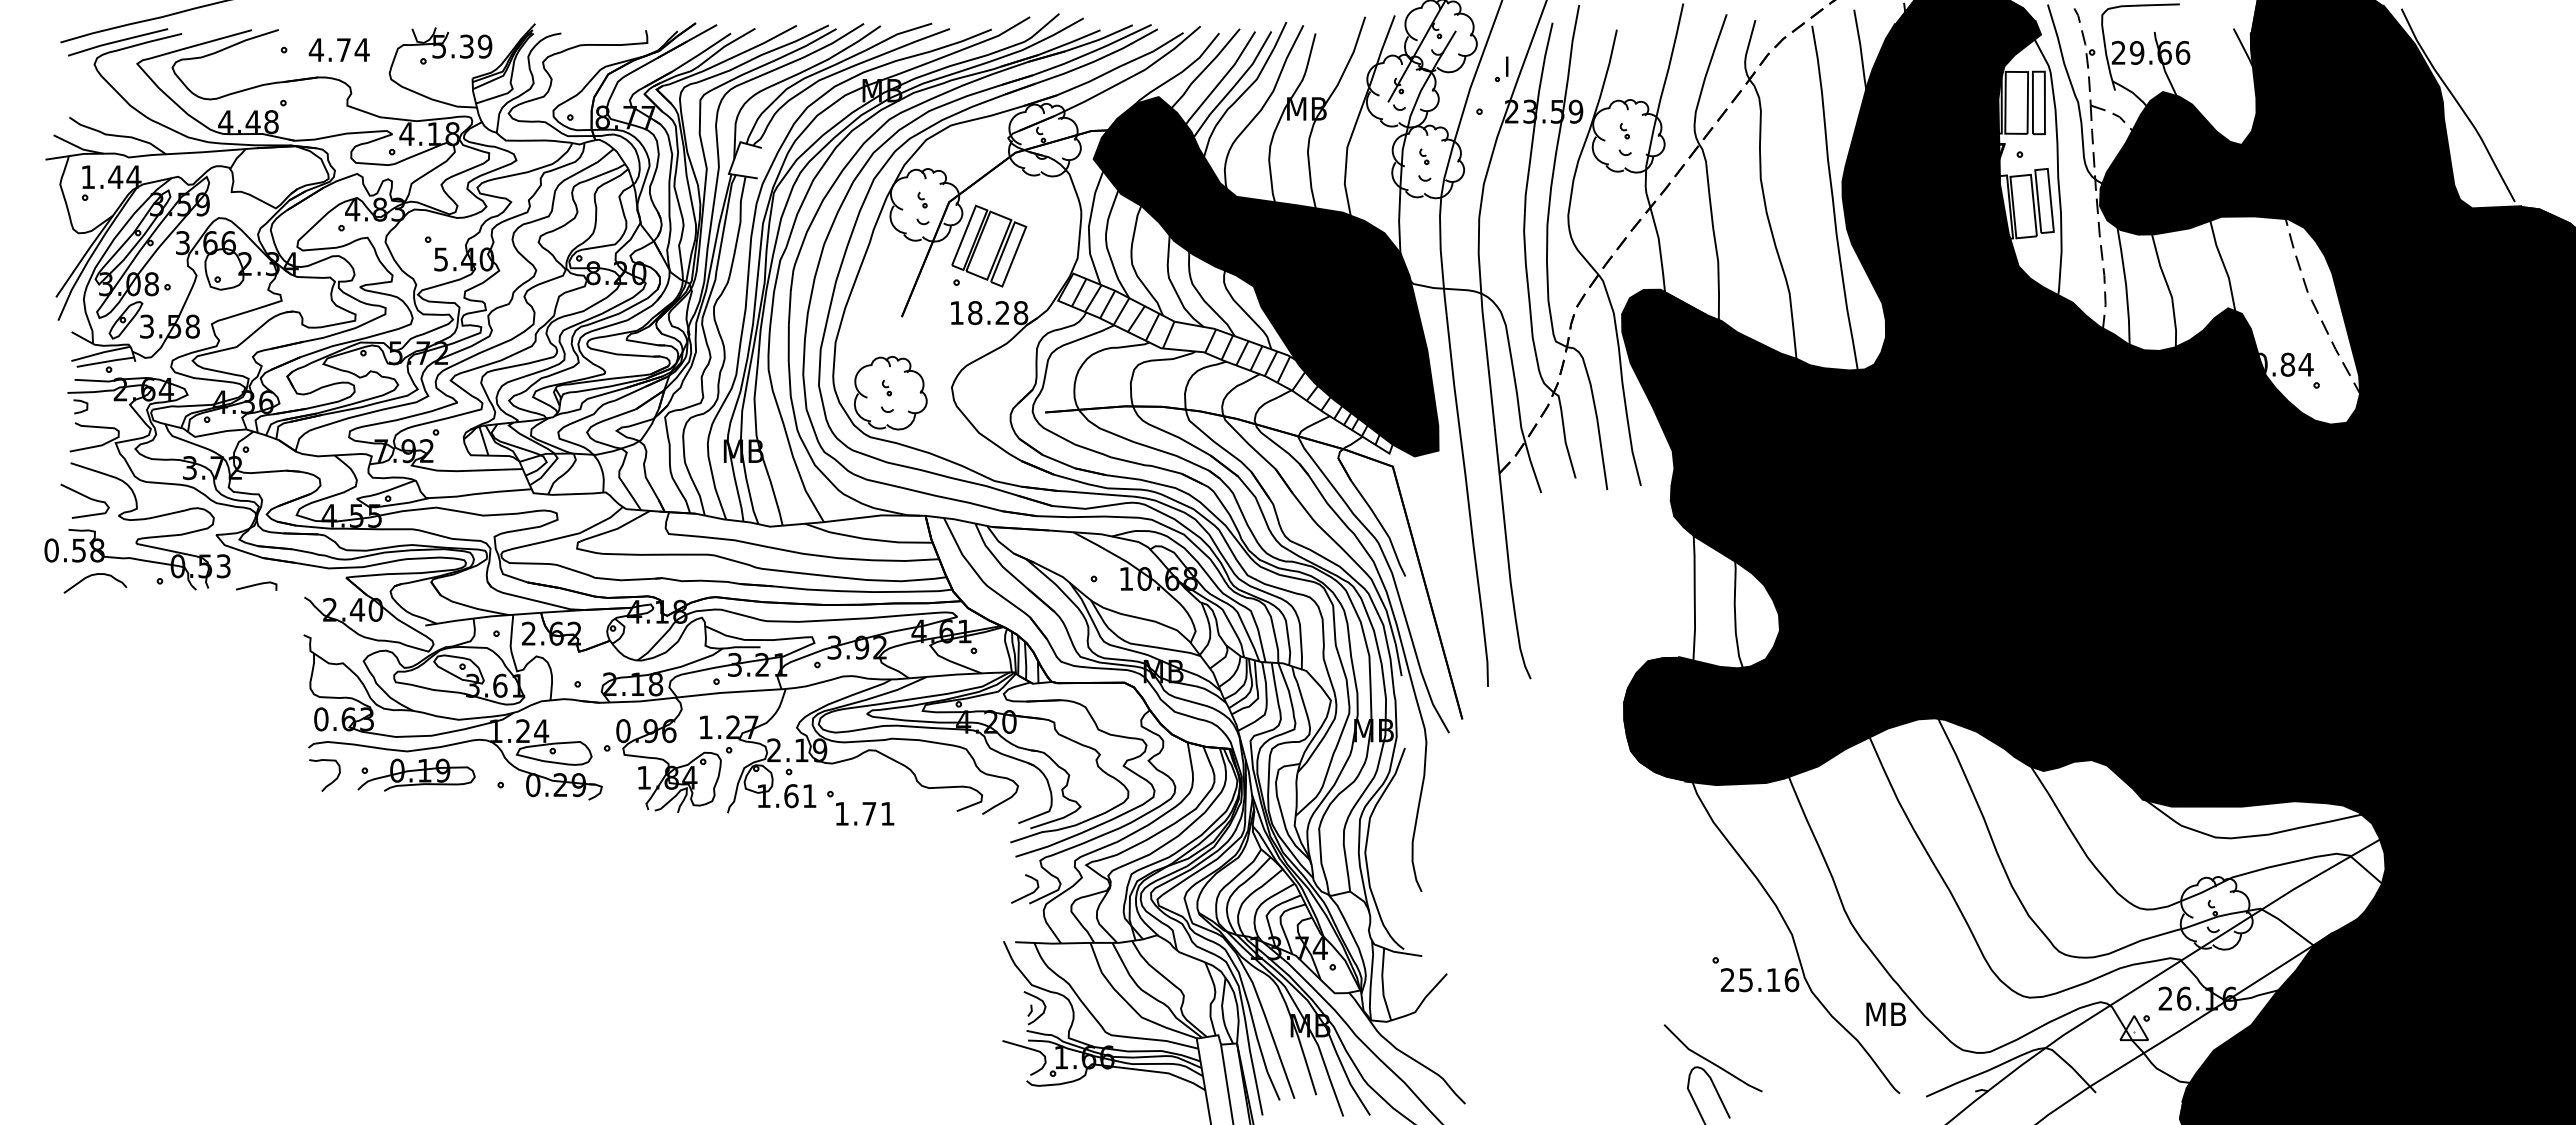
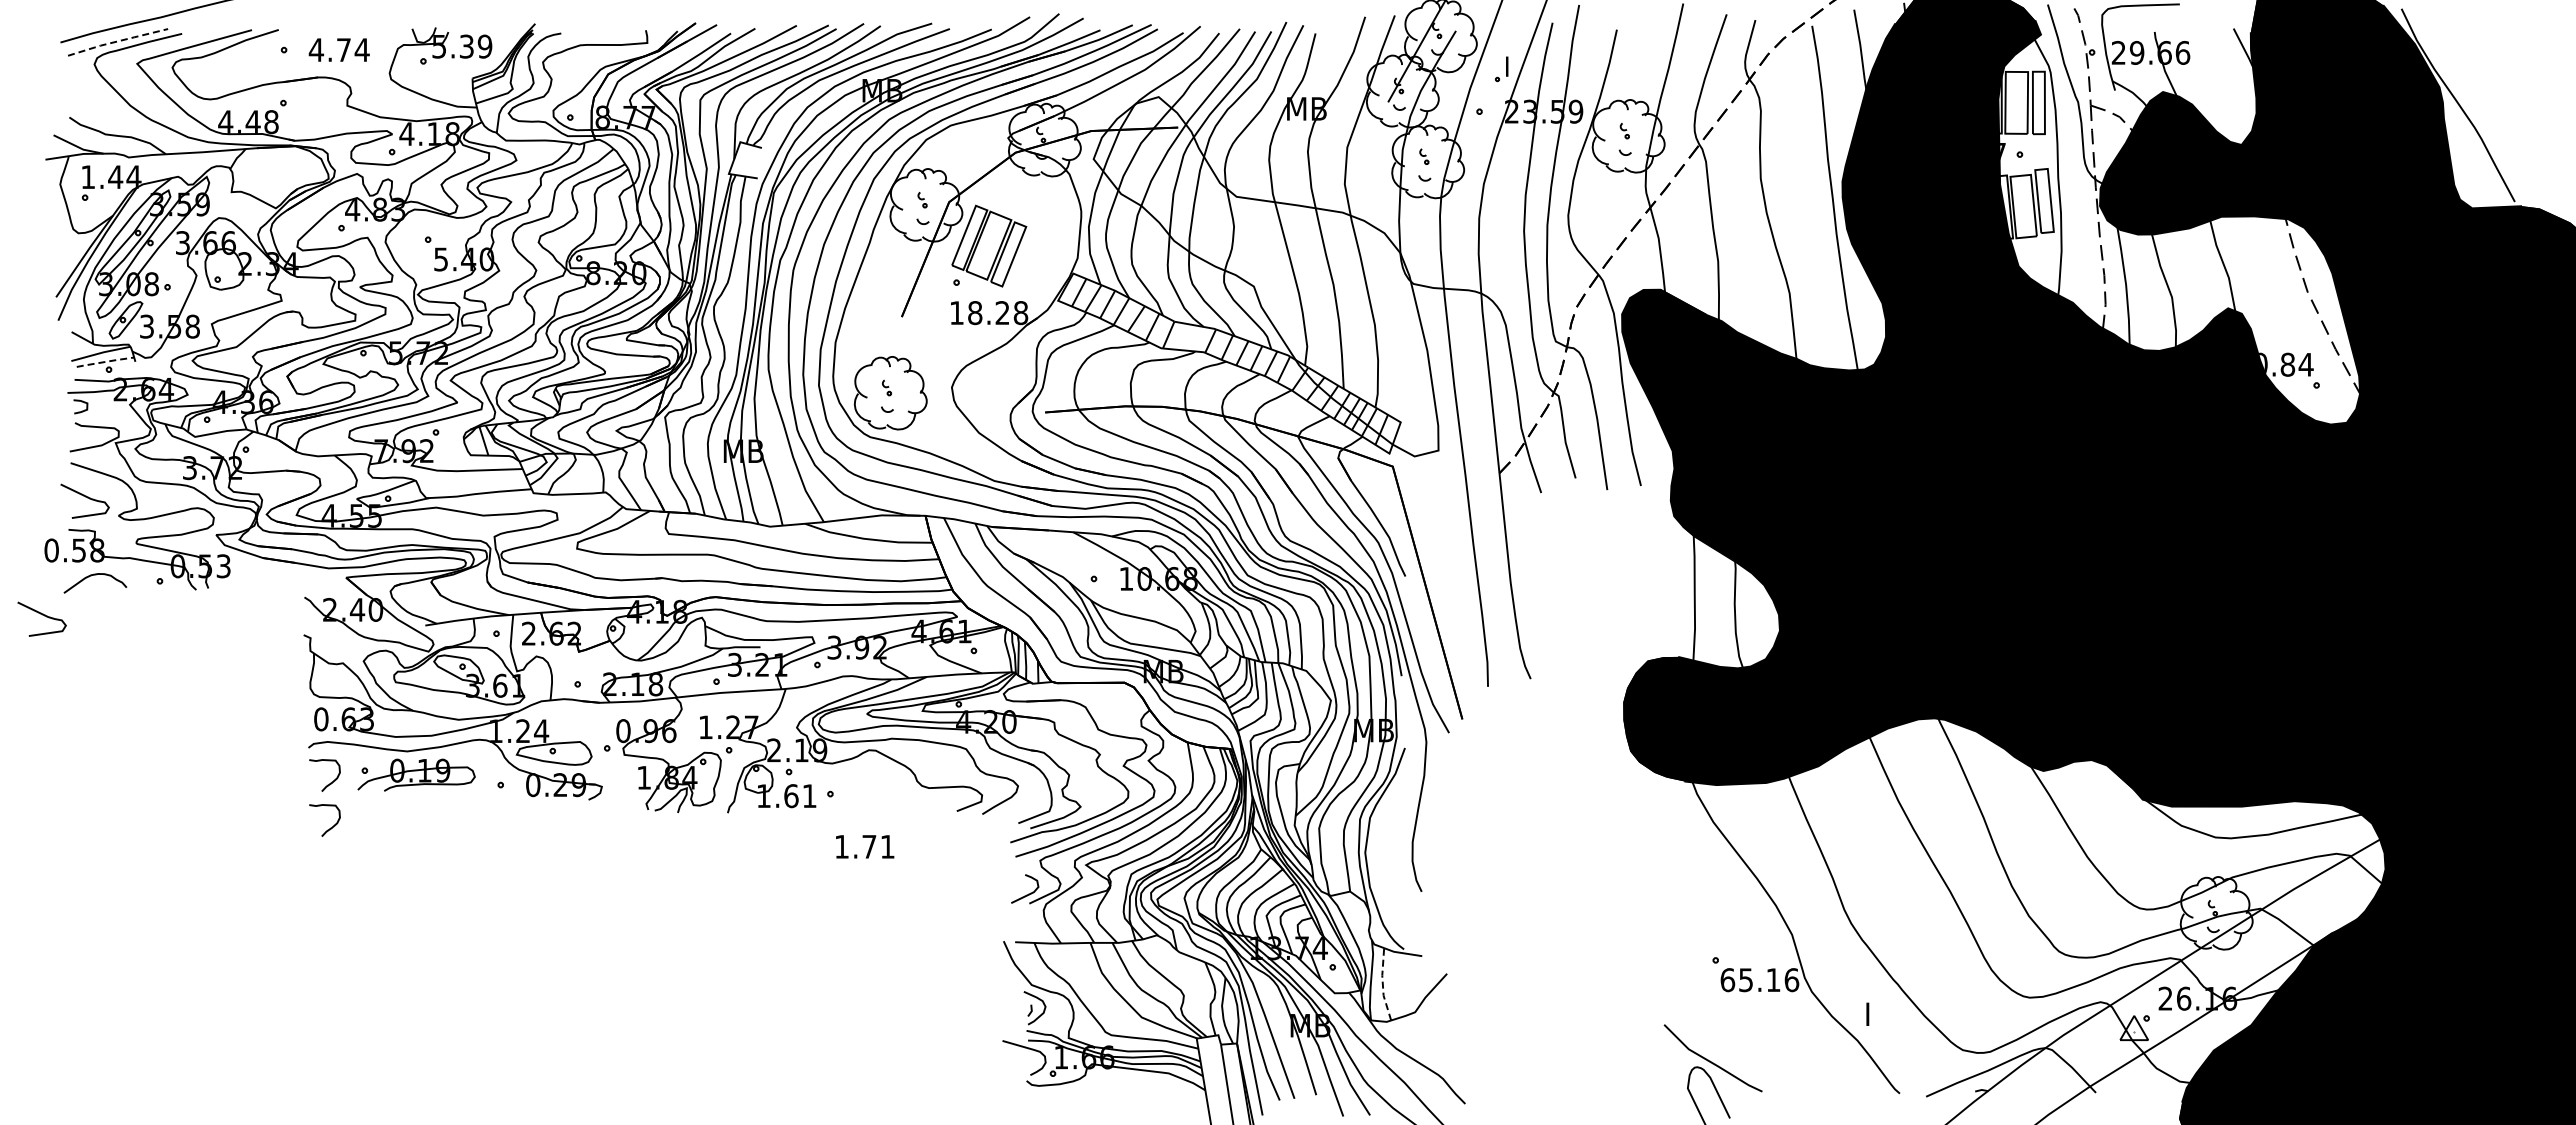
line at (117, 41): solid -> dashed
fill at (1265, 276): present -> none
line at (105, 361): solid -> dashed
curve at (256, 585): present -> none
curve at (42, 615): none -> present
text at (865, 813) position: (865, 813) -> (865, 846)
curve at (330, 827): none -> present
text at (1727, 980): 25.16 -> 65.16
line at (1382, 984): solid -> dashed
text at (1887, 1013): MB -> I
